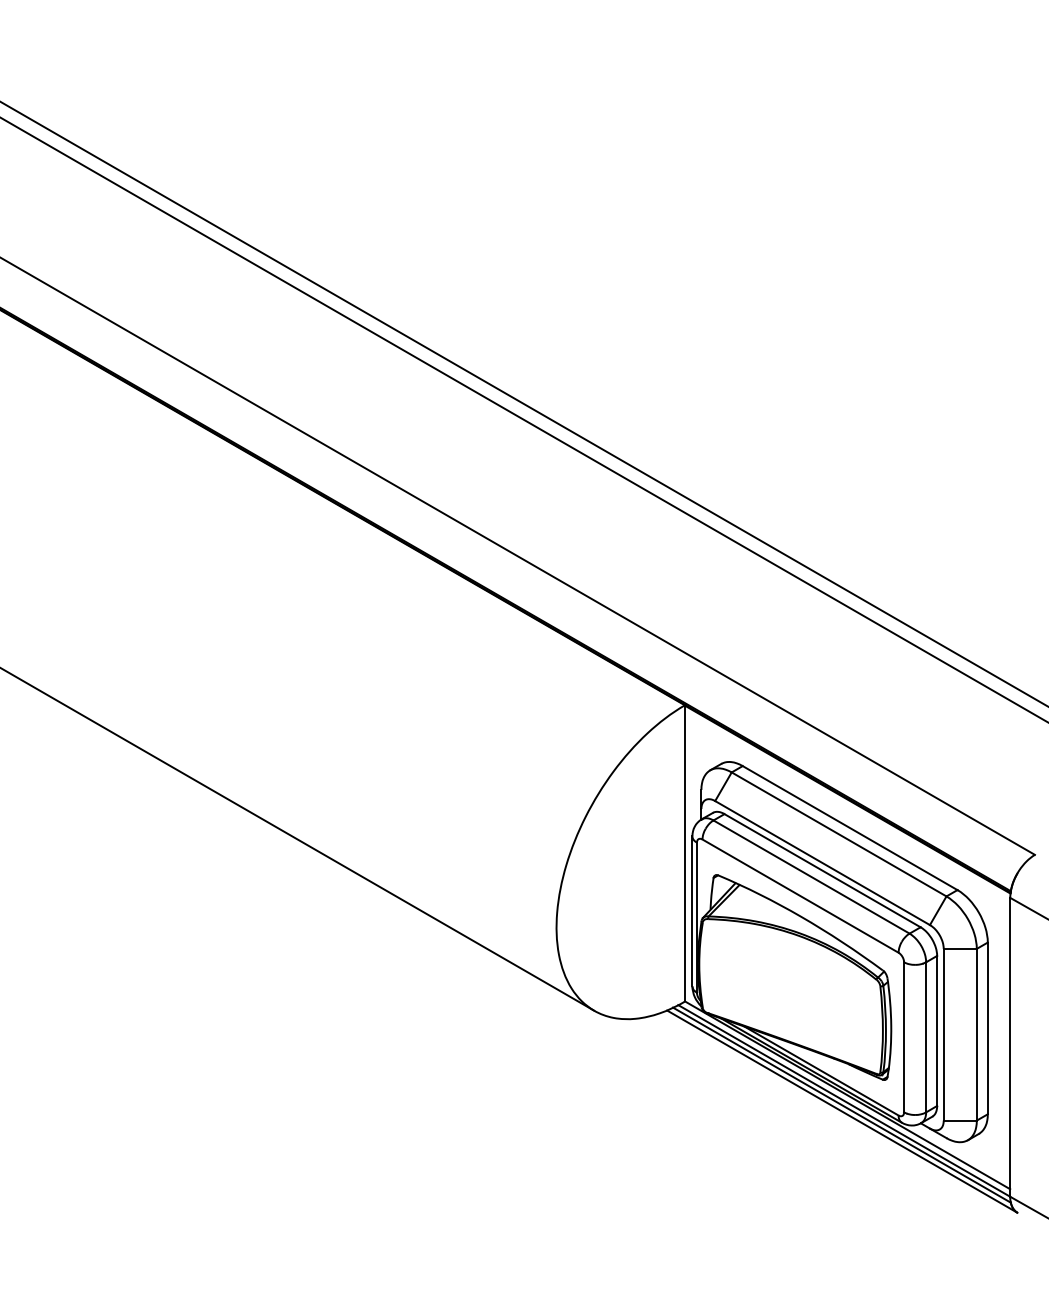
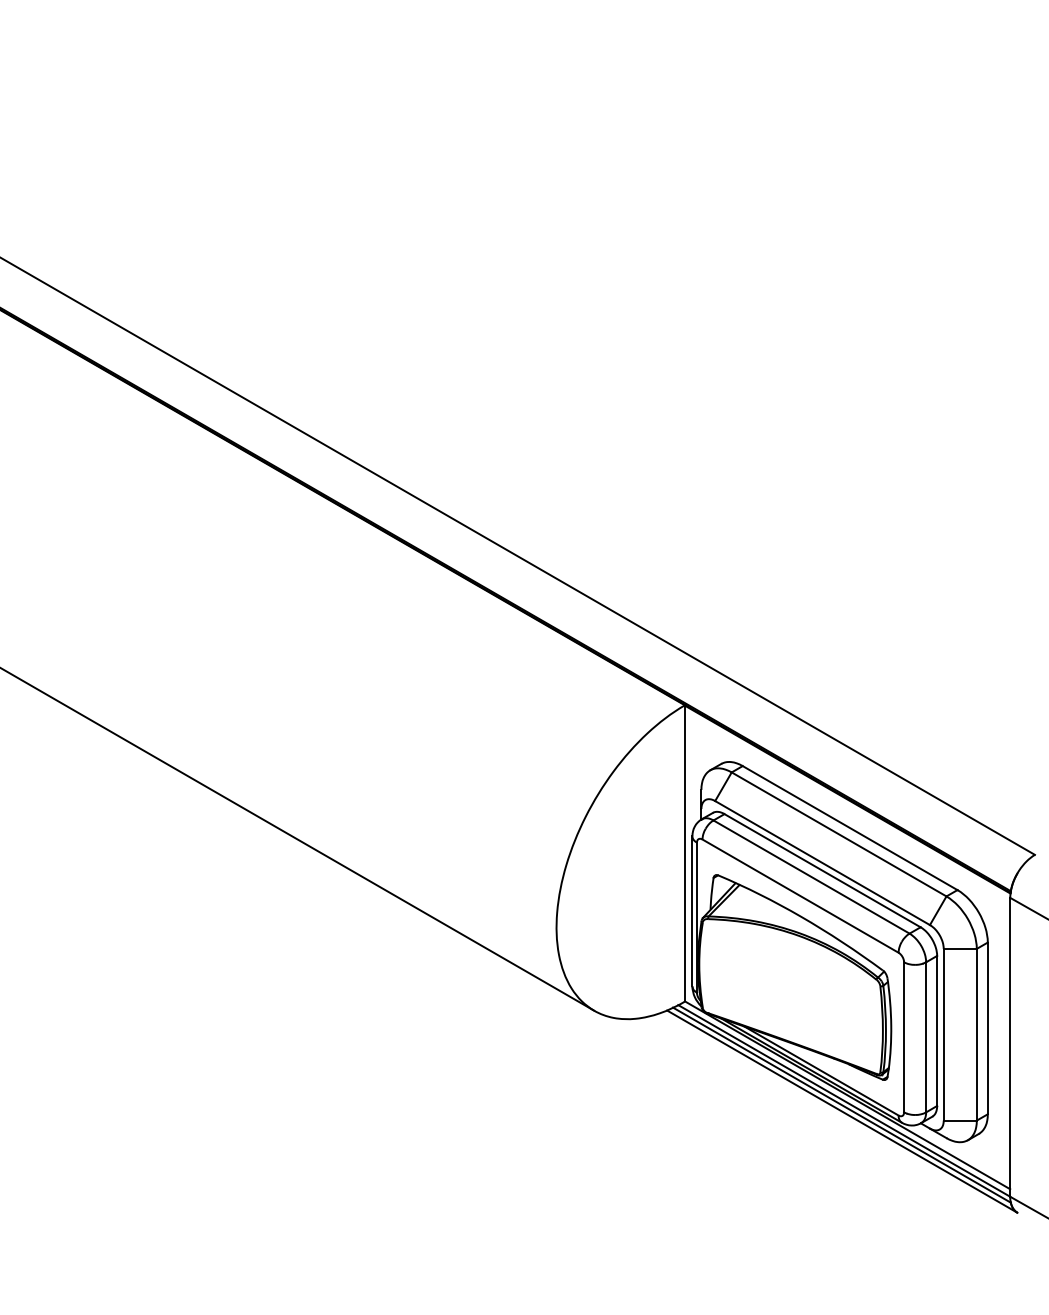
line at (523, 404): present -> none
line at (523, 419): present -> none
